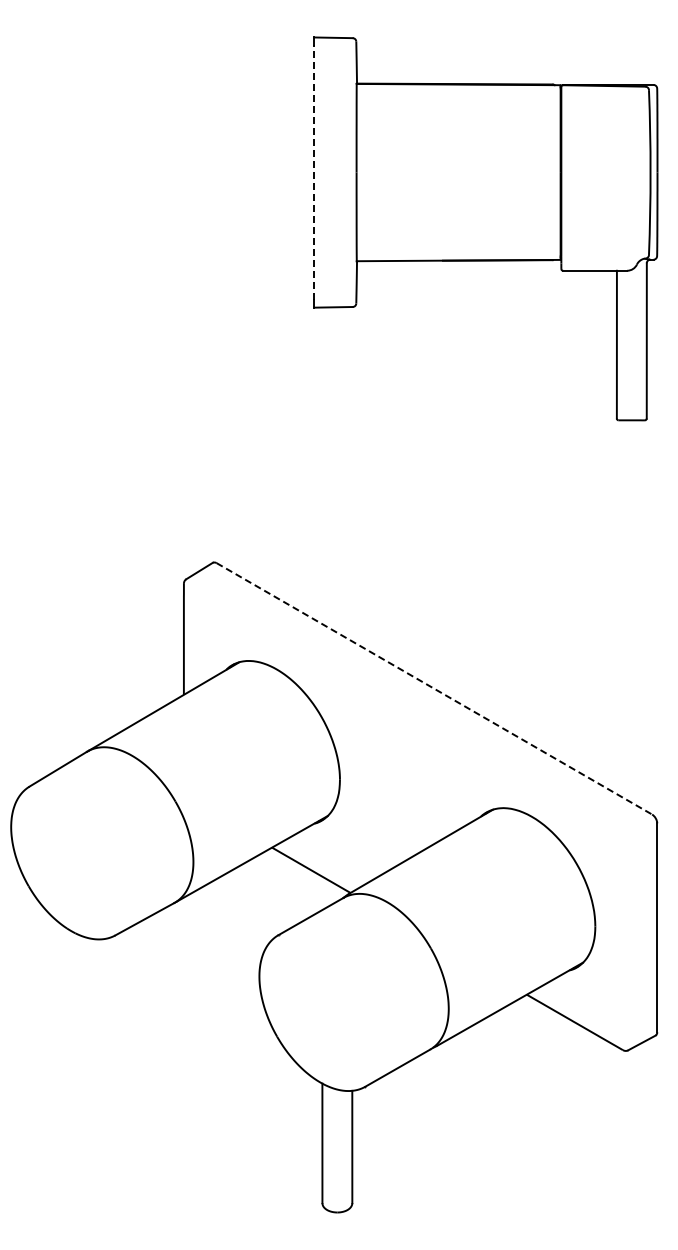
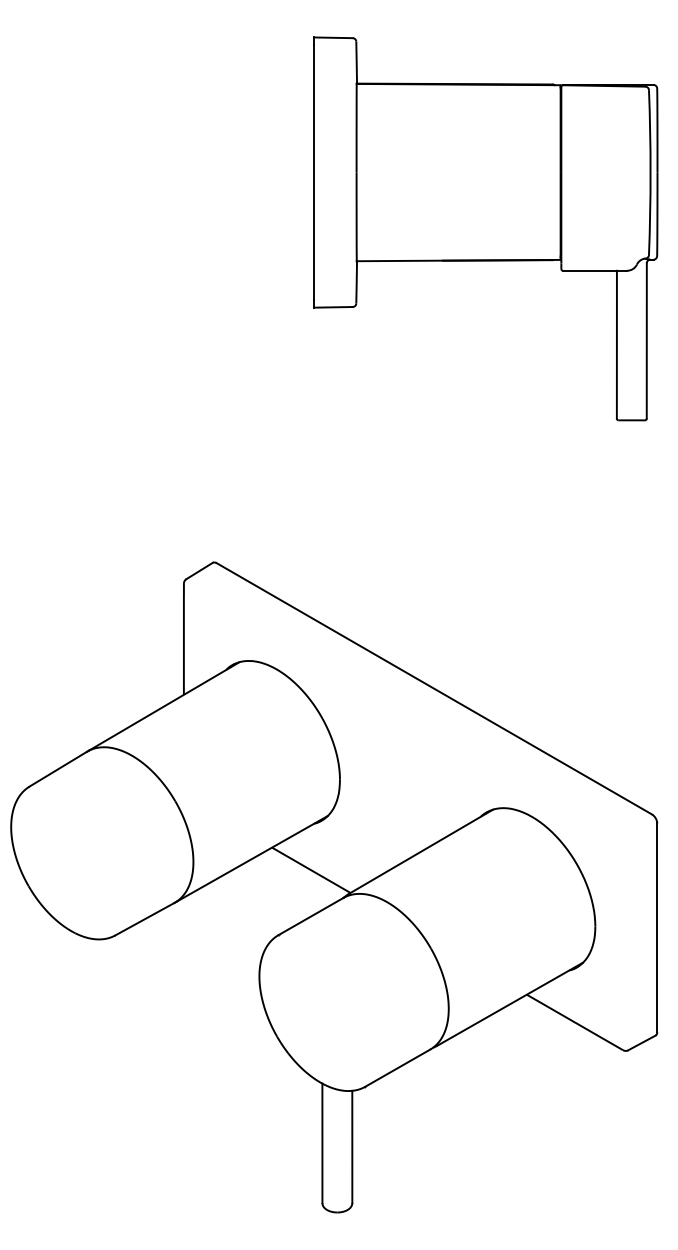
line at (314, 172): dashed -> solid
line at (434, 689): dashed -> solid
